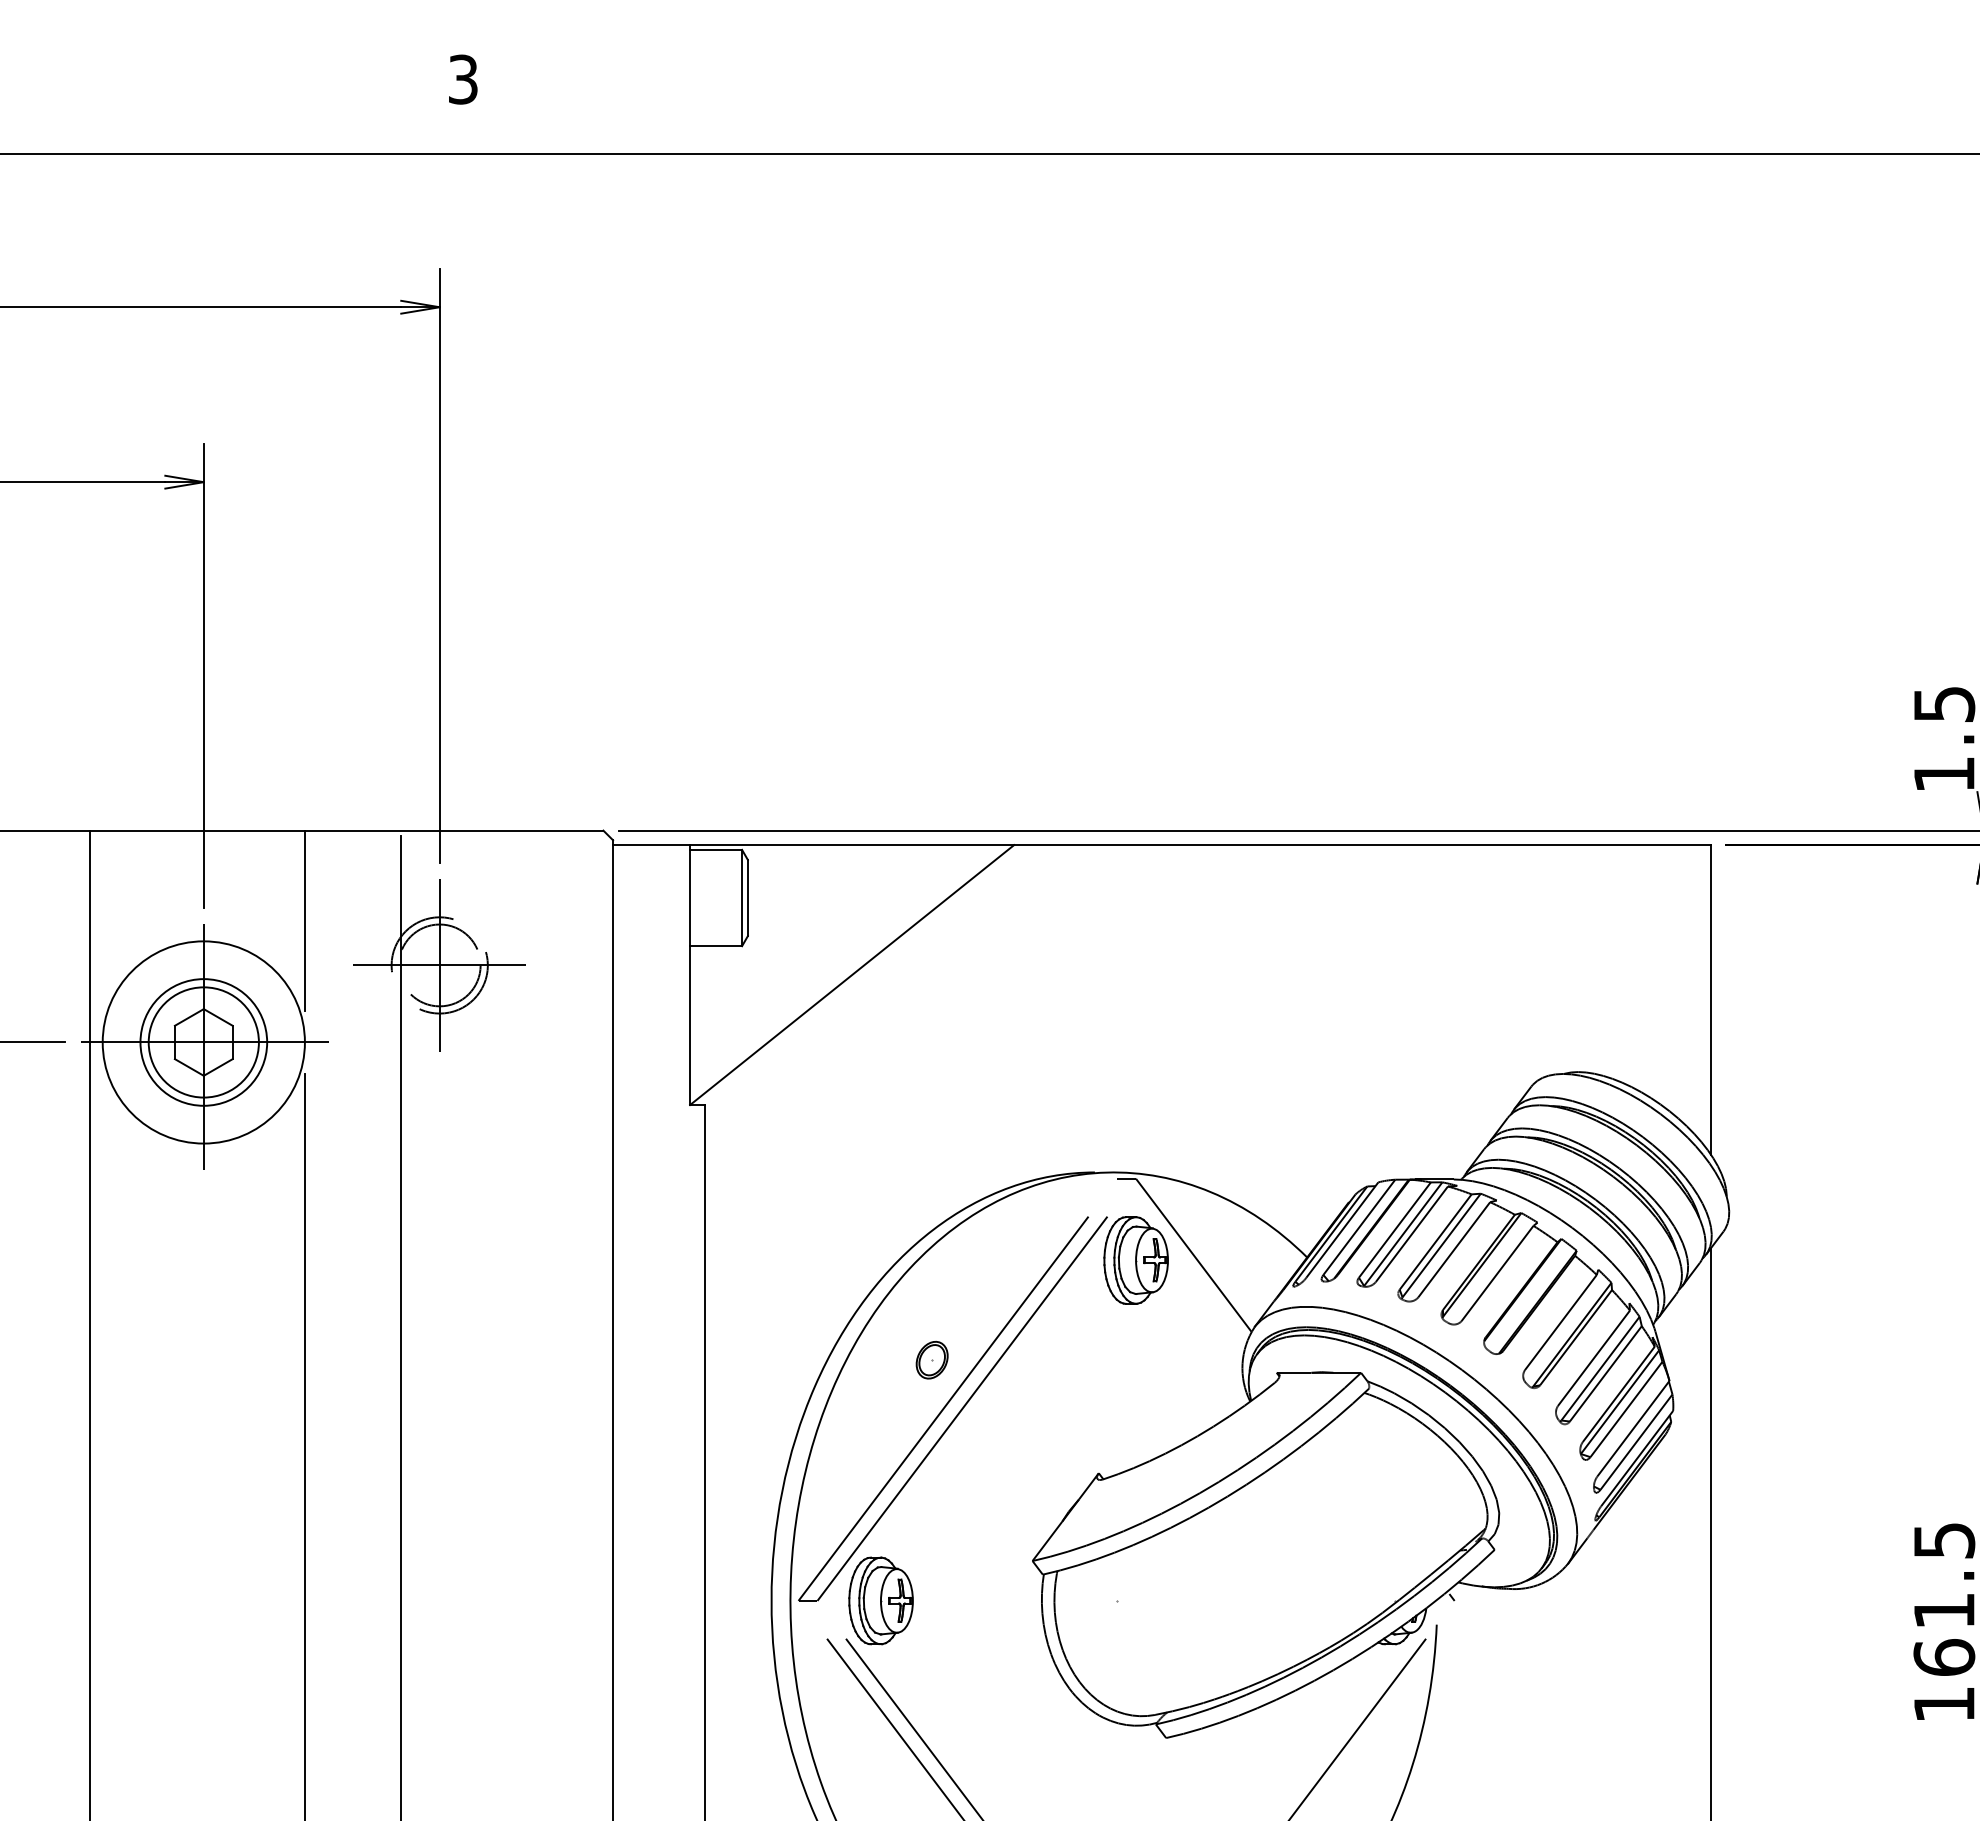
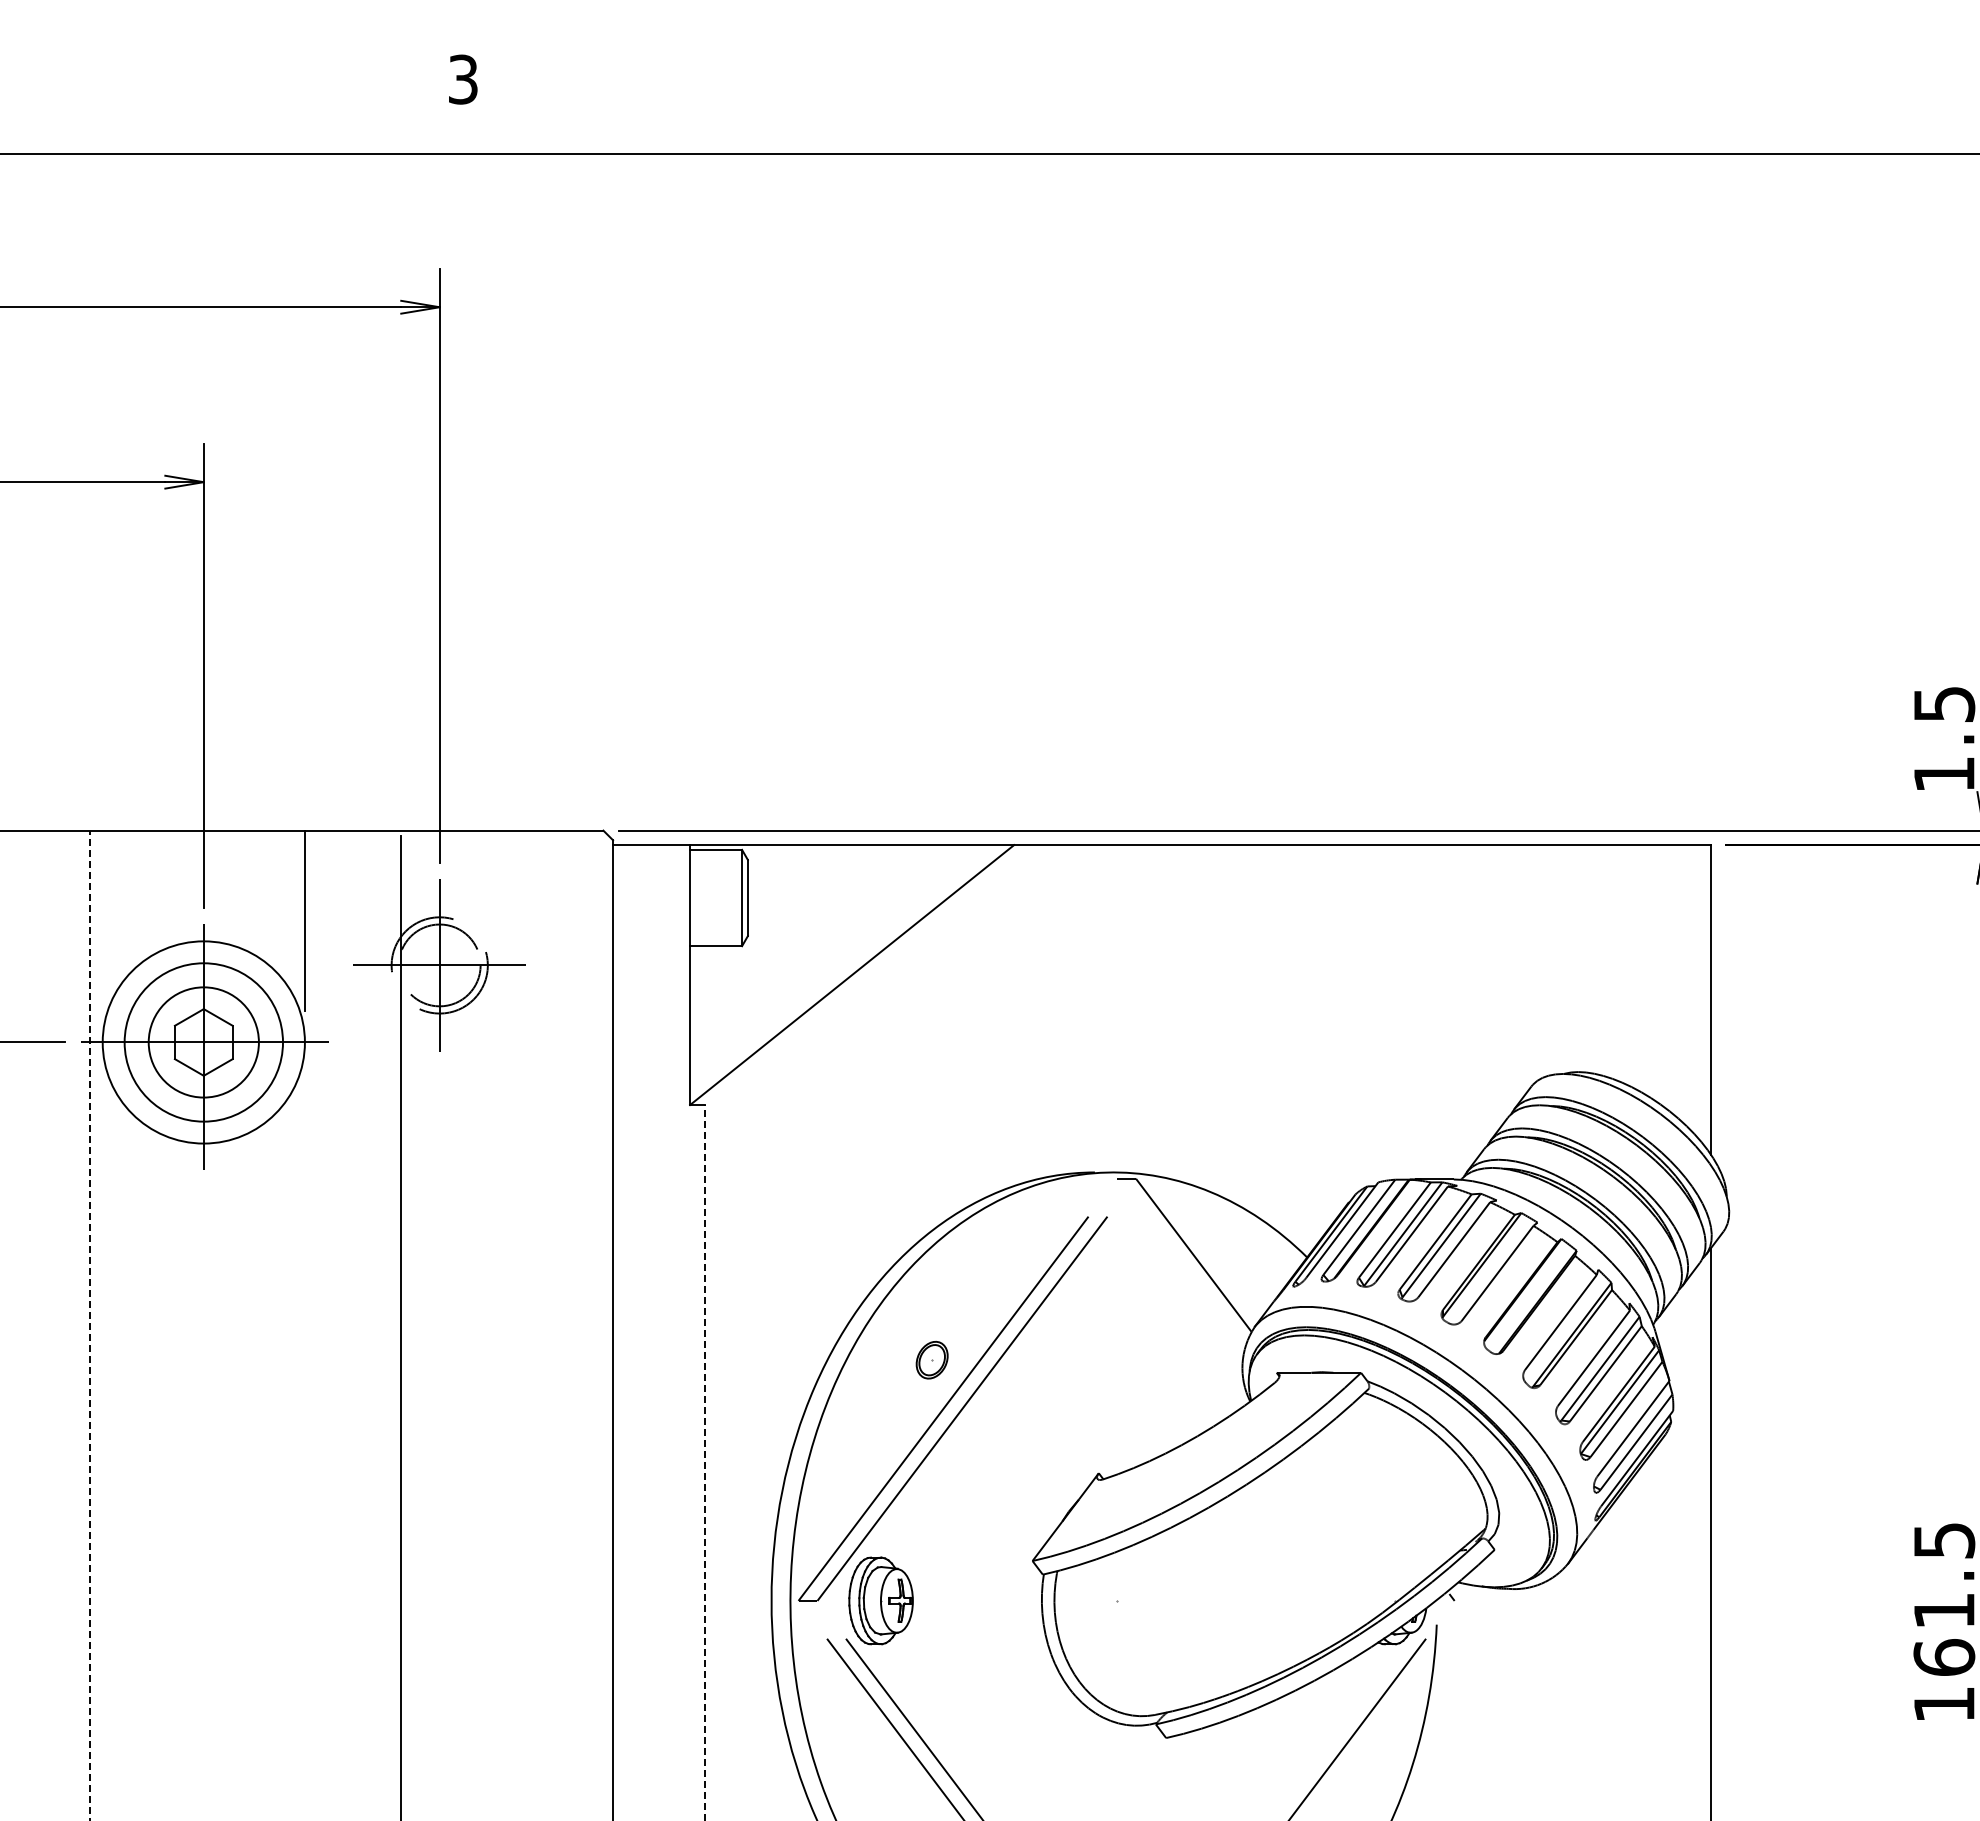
circle at (203, 1042) diameter: 127 px -> 158 px
part at (1135, 1260): present -> none
line at (90, 1325): solid -> dashed
line at (304, 1445): present -> none
line at (704, 1462): solid -> dashed
